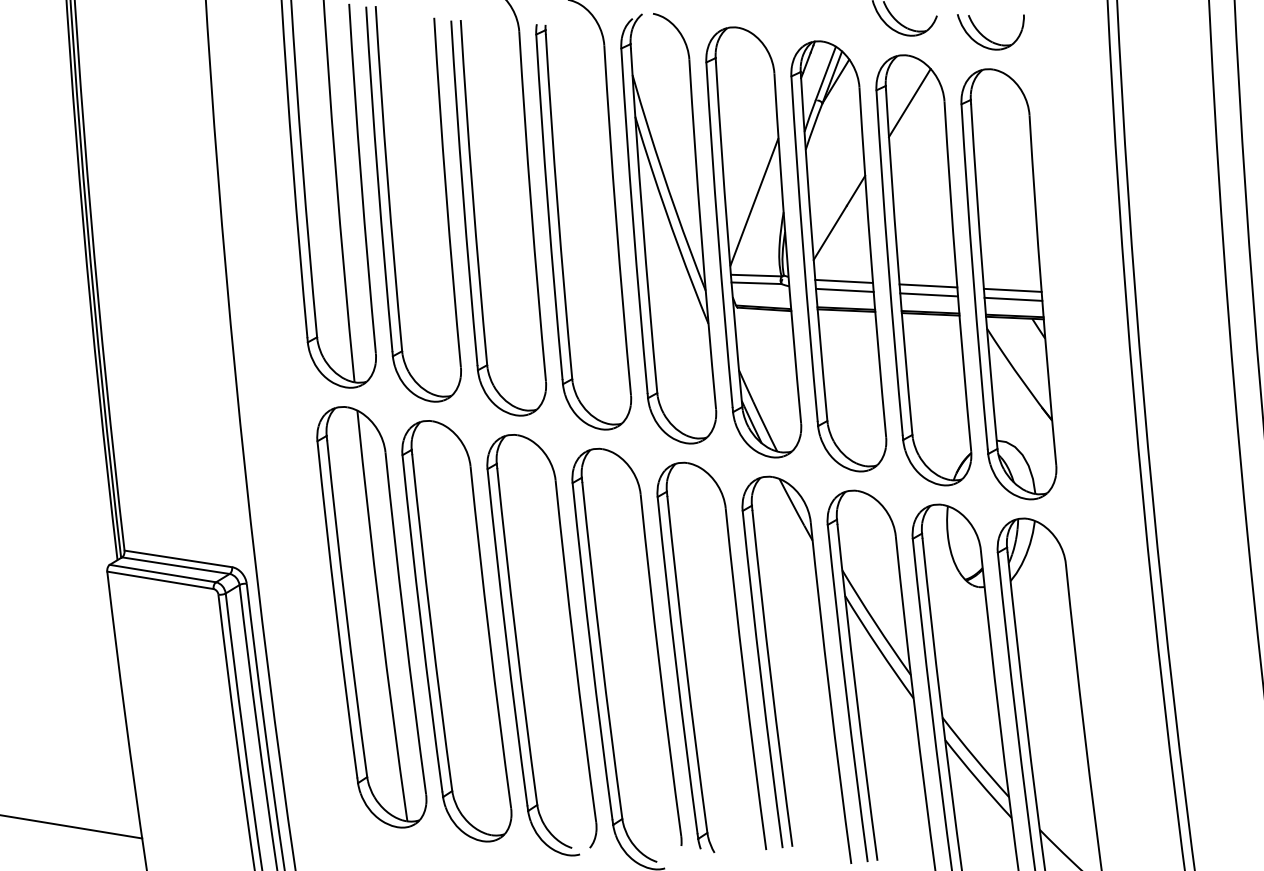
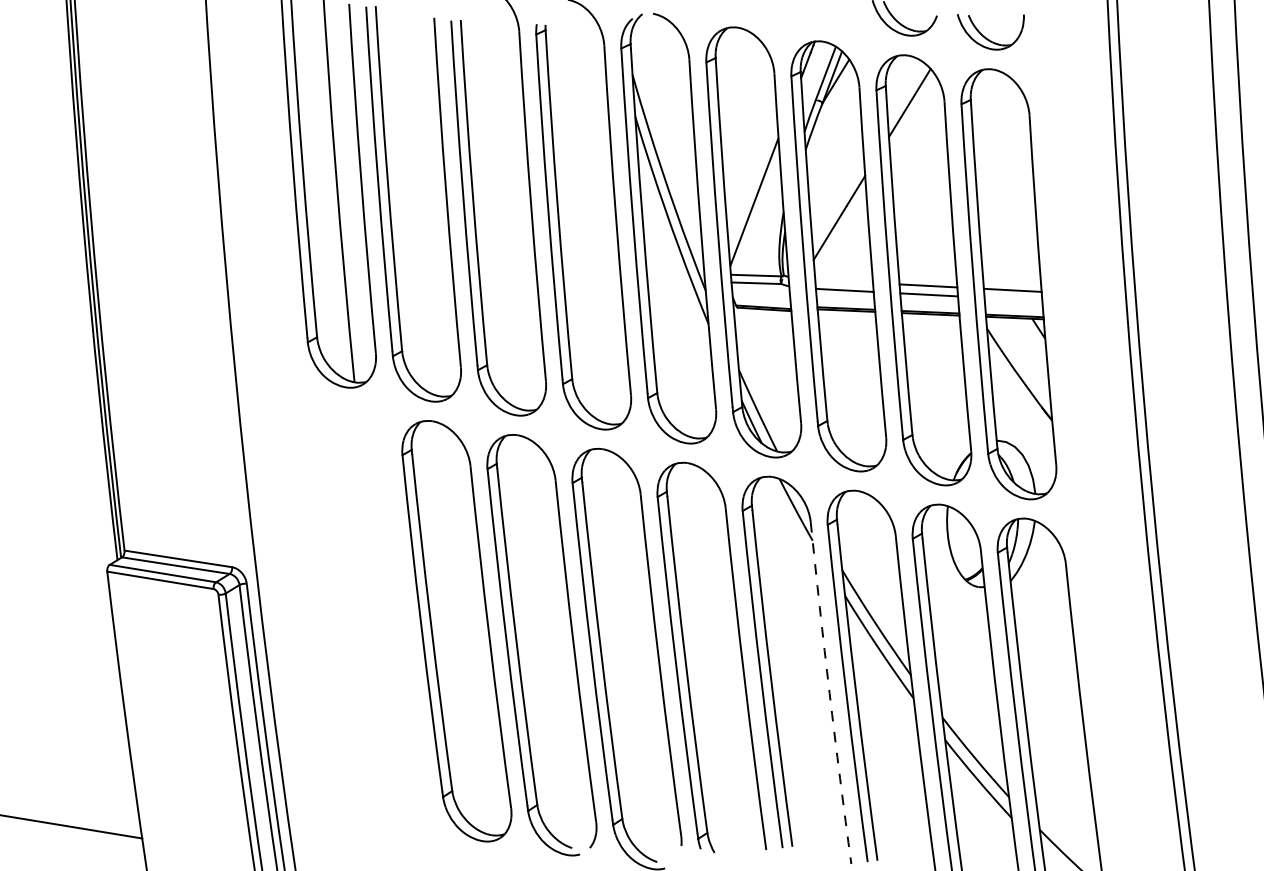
line at (844, 280): present -> none
line at (1013, 298): present -> none
part at (371, 617): present -> none
arc at (829, 693): solid -> dashed
